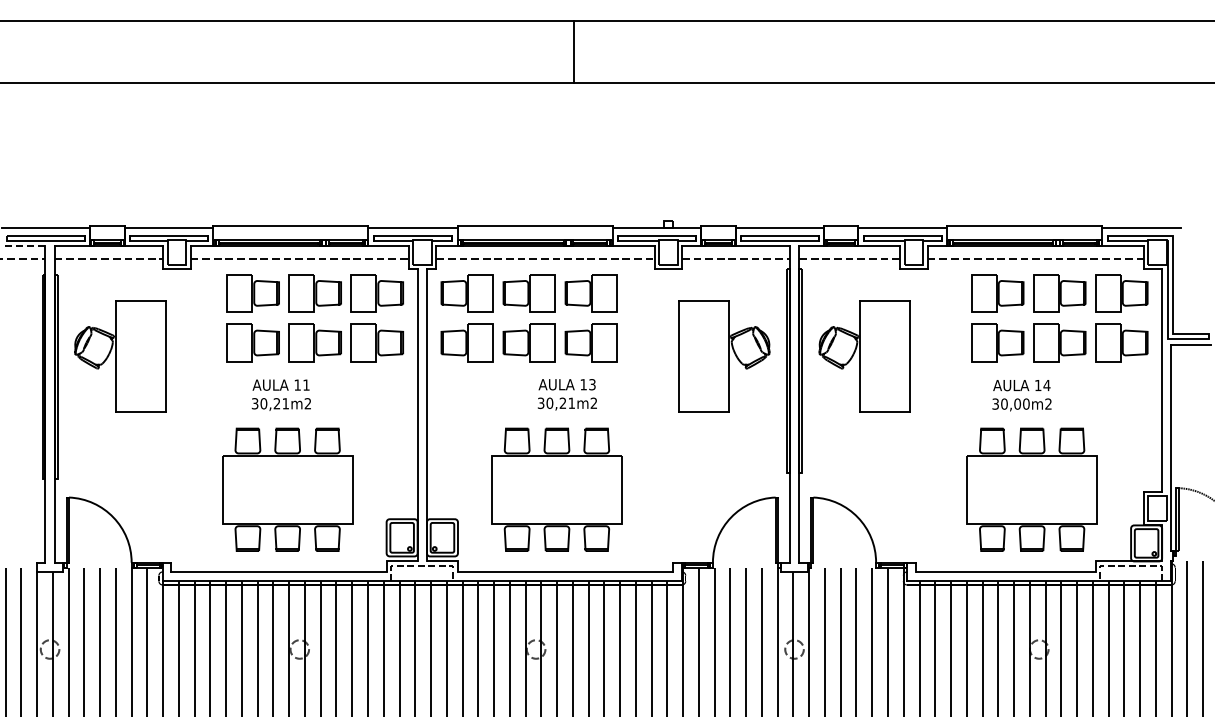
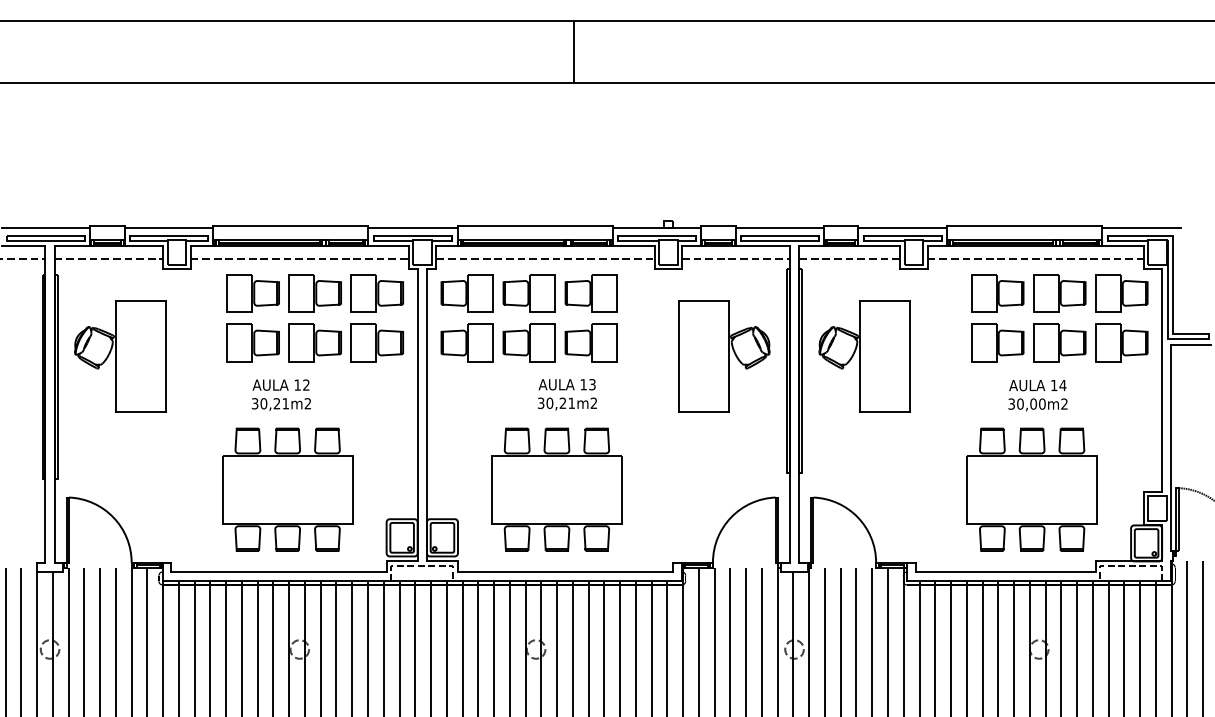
line at (23, 246): dashed -> solid
text at (306, 384): 11 -> 12
text at (1021, 395) position: (1021, 395) -> (1037, 395)
